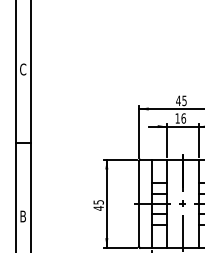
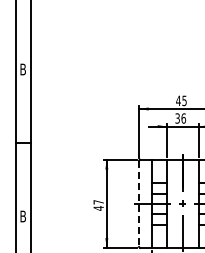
text at (23, 69): C -> B
text at (177, 118): 16 -> 36
text at (98, 202): 45 -> 47
line at (139, 204): solid -> dashed
